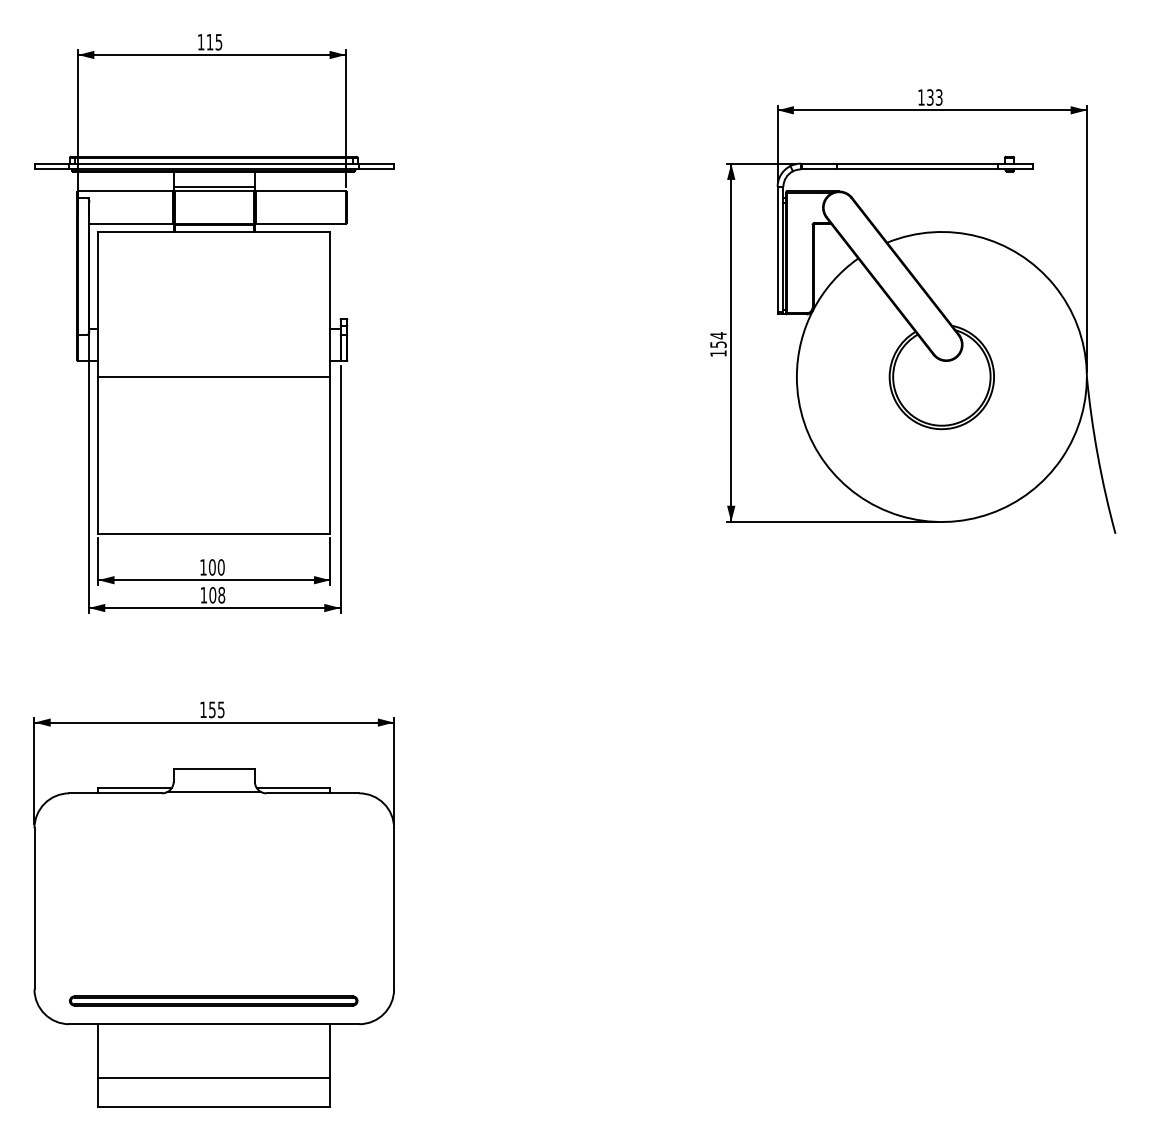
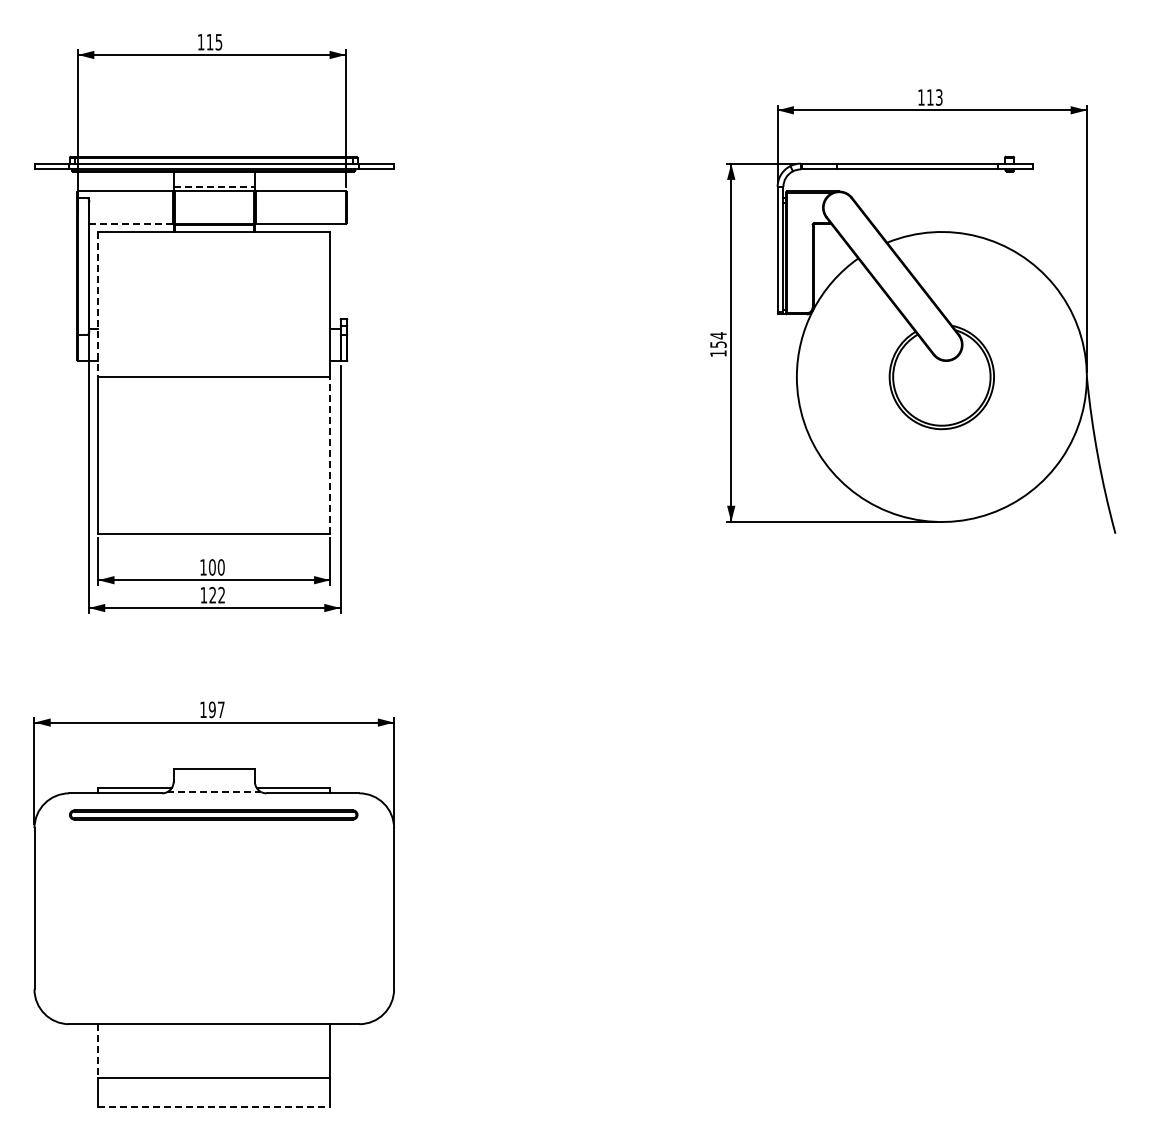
text at (930, 97): 133 -> 113
line at (214, 186): solid -> dashed
line at (131, 223): solid -> dashed
line at (98, 304): solid -> dashed
line at (330, 454): solid -> dashed
text at (217, 595): 108 -> 122
text at (216, 709): 155 -> 197
line at (214, 792): solid -> dashed
part at (213, 1000) position: (213, 1000) -> (213, 814)
line at (98, 1051): solid -> dashed
line at (214, 1106): solid -> dashed
